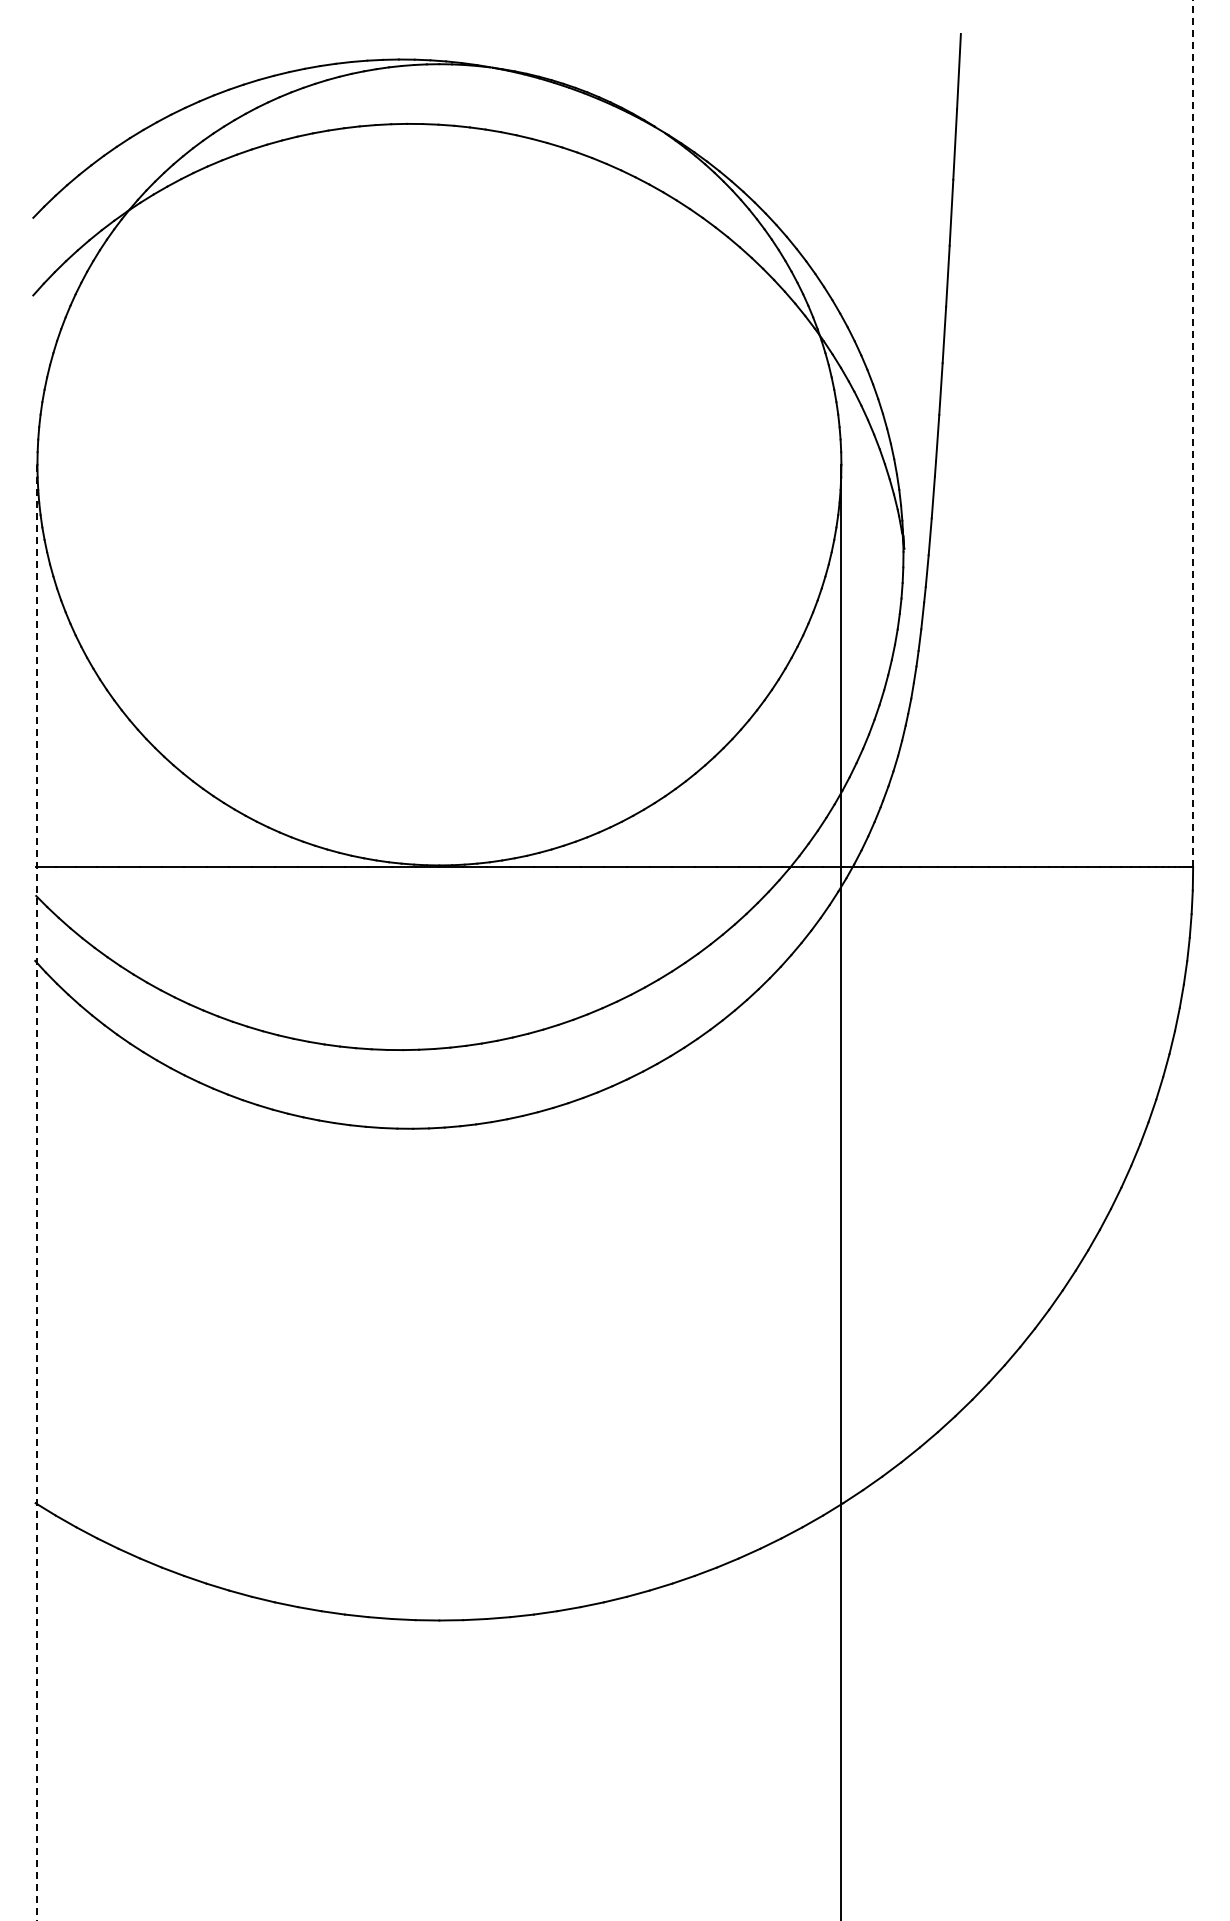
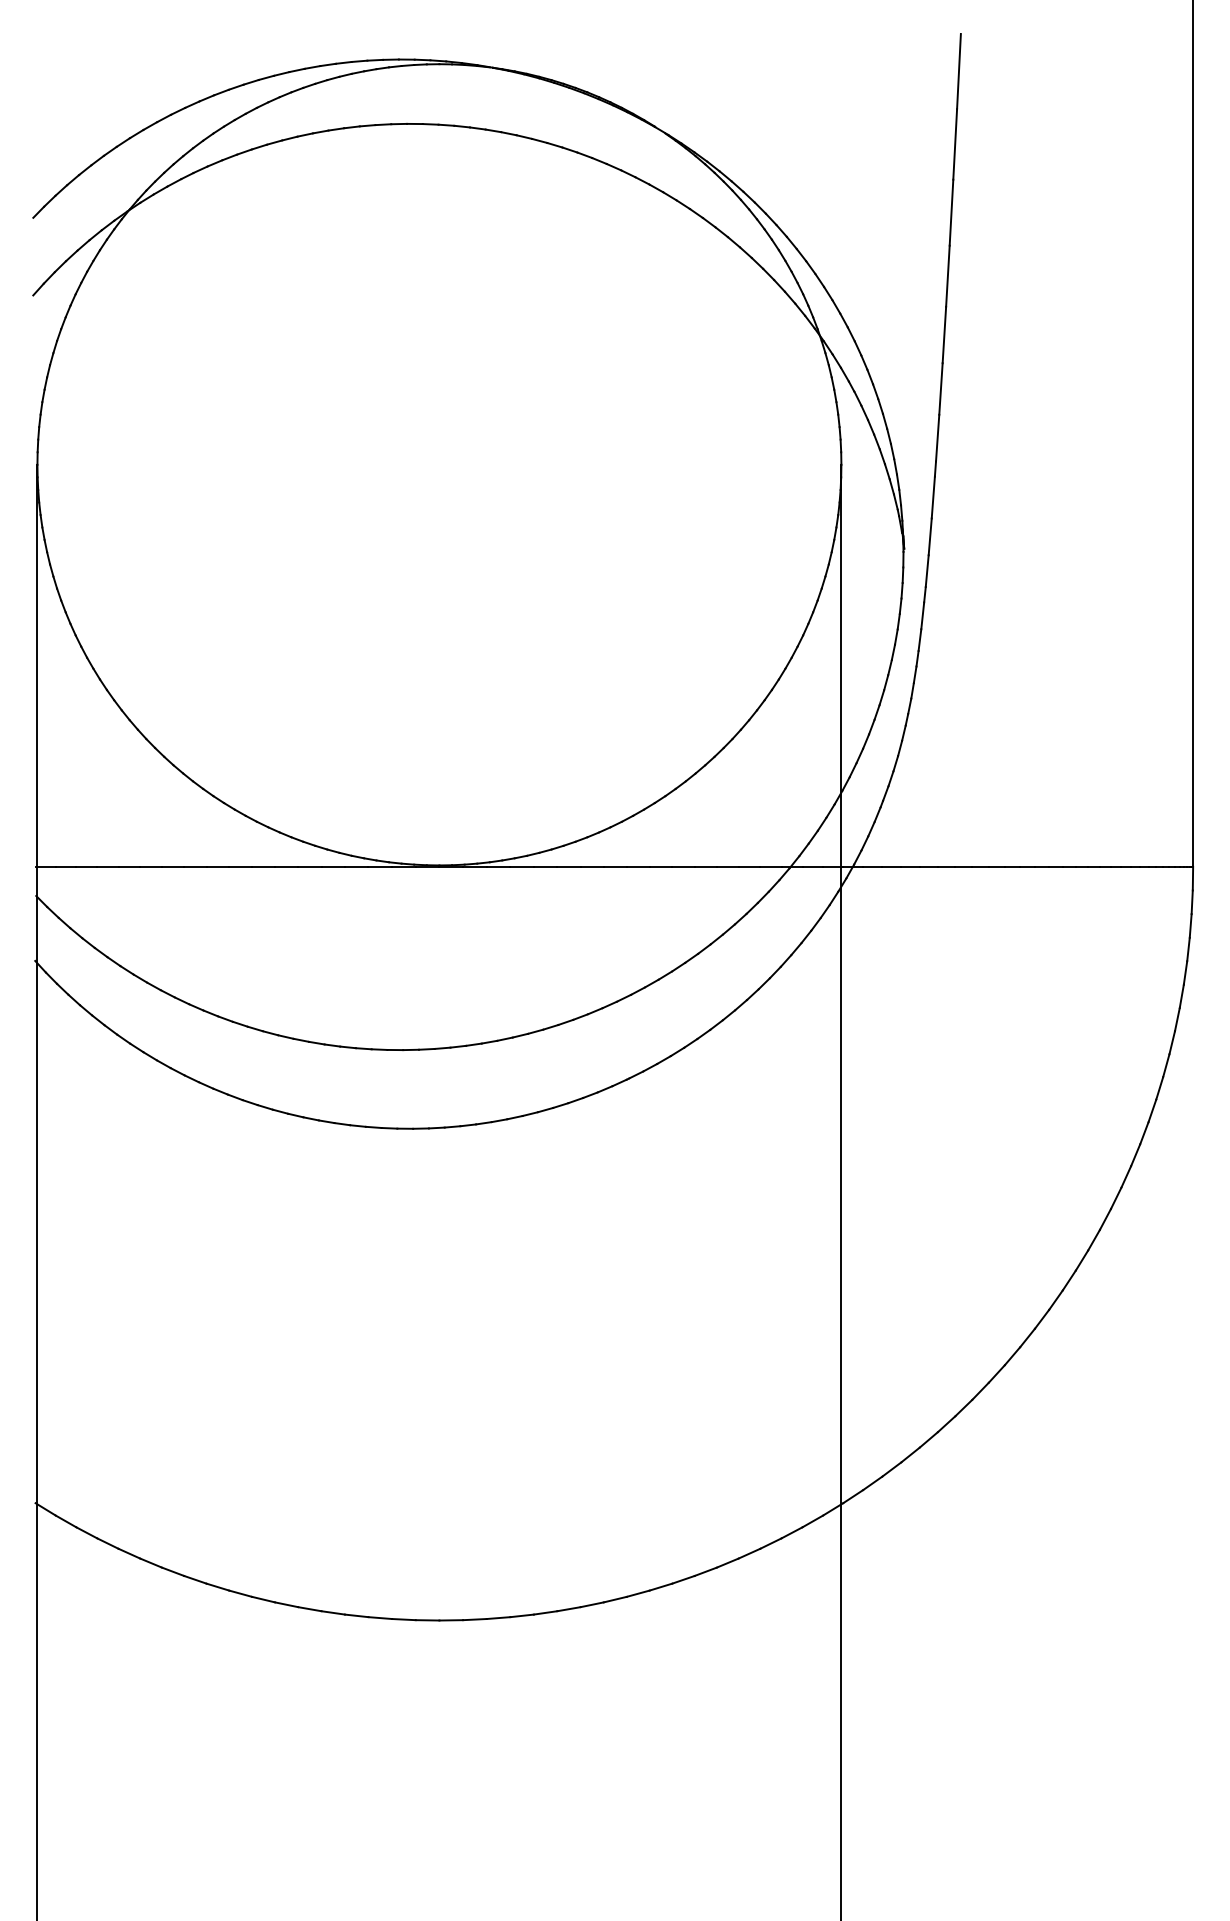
line at (1193, 433): dashed -> solid
line at (37, 1192): dashed -> solid
